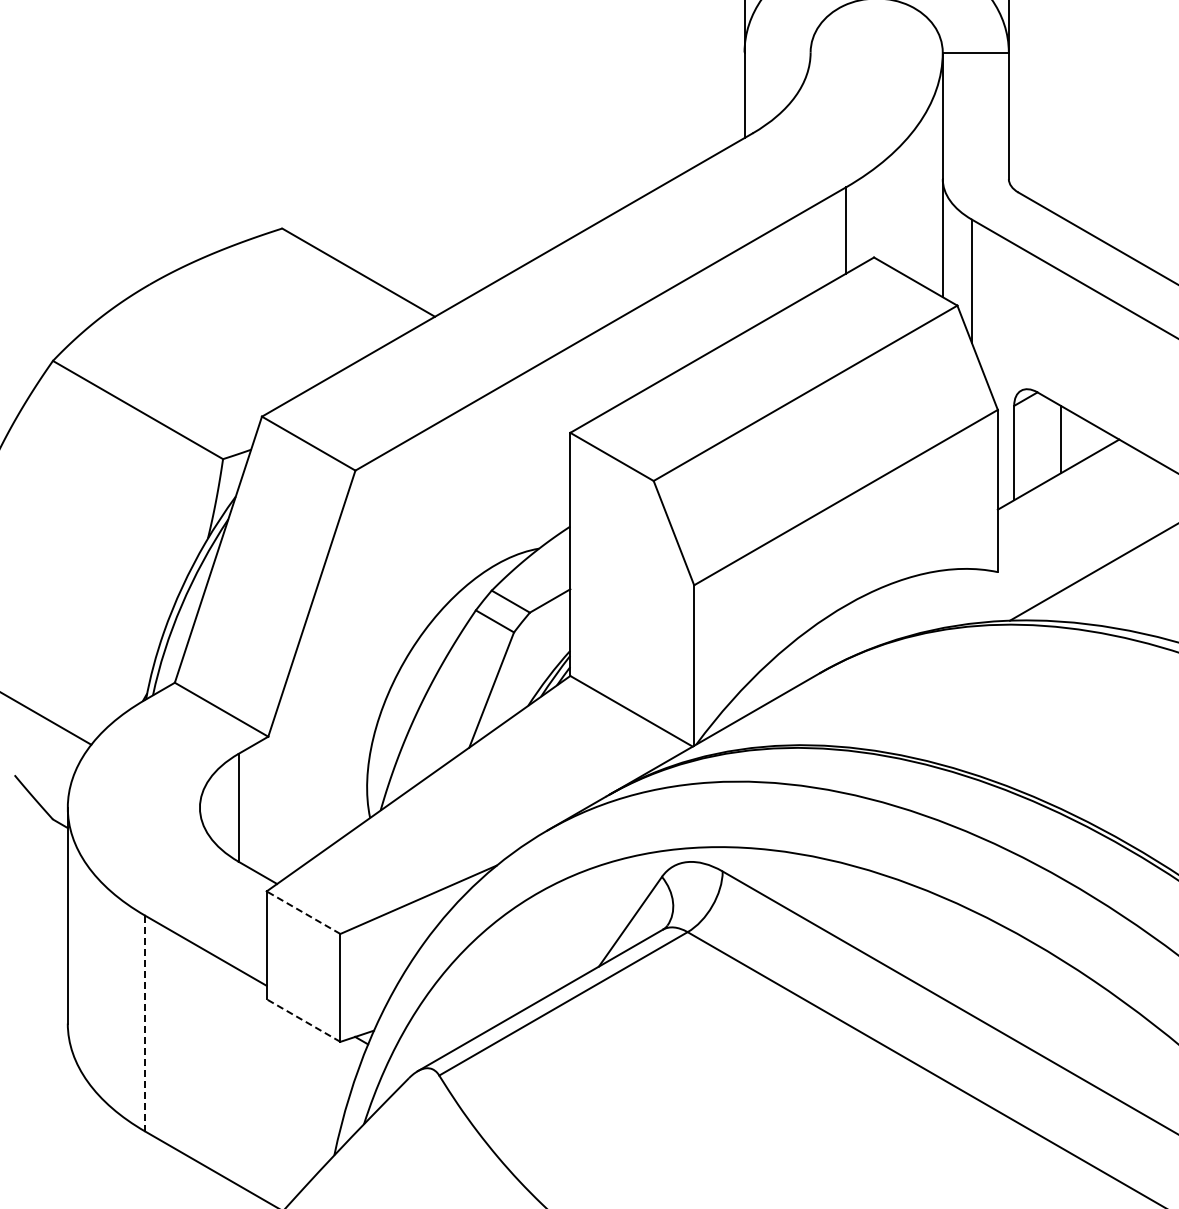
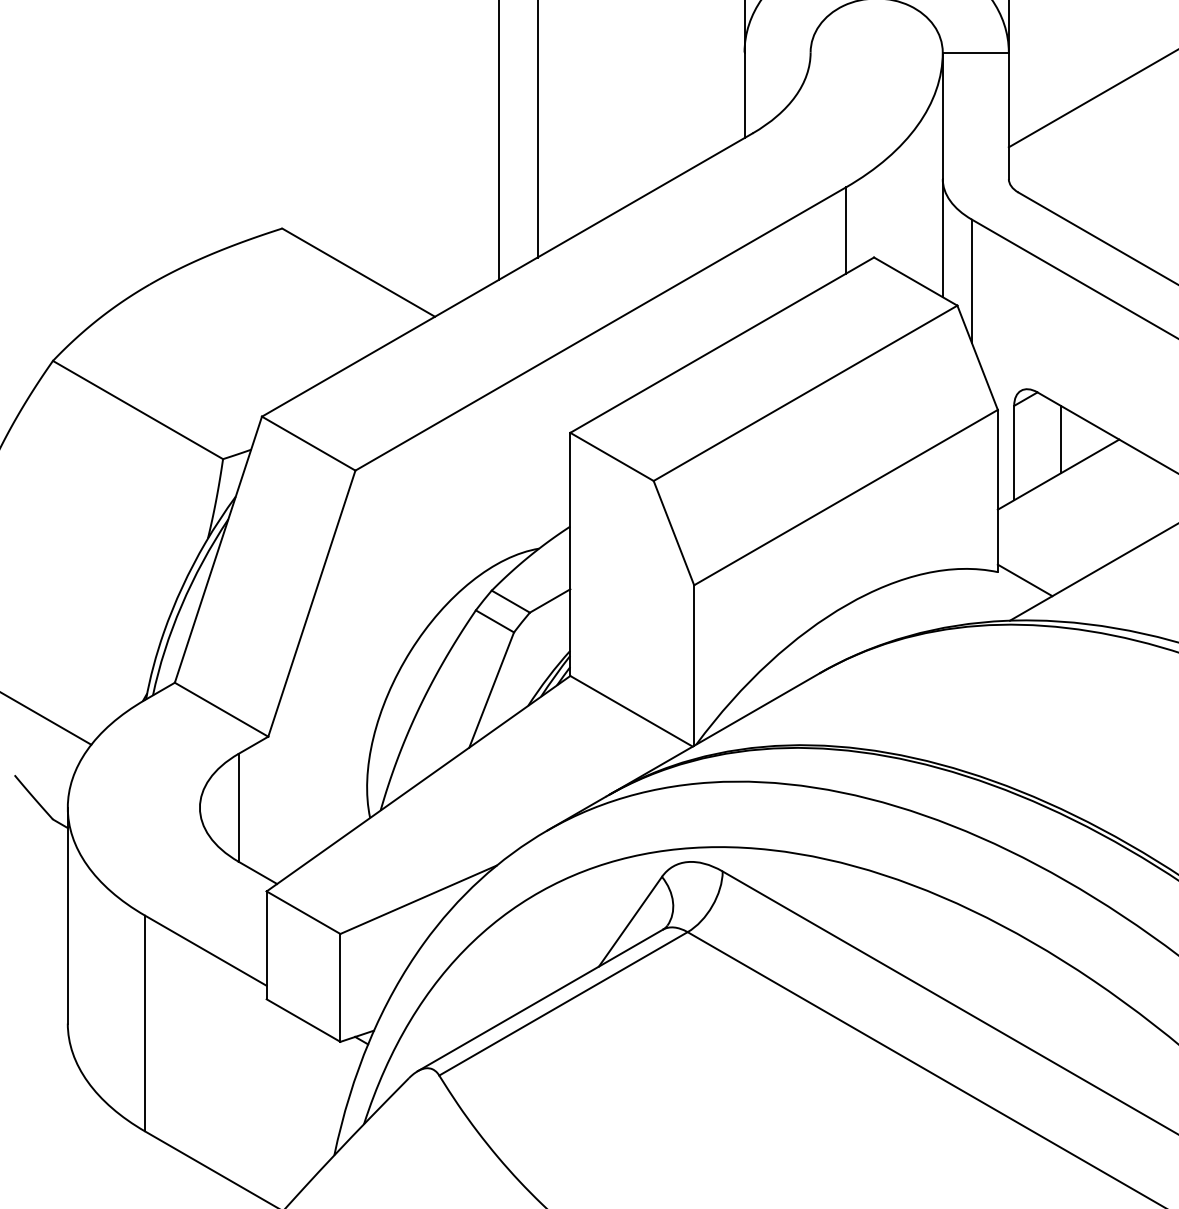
line at (1091, 99): none -> present
line at (537, 129): none -> present
line at (498, 140): none -> present
line at (1024, 580): none -> present
line at (303, 912): dashed -> solid
line at (303, 1020): dashed -> solid
line at (145, 1023): dashed -> solid
